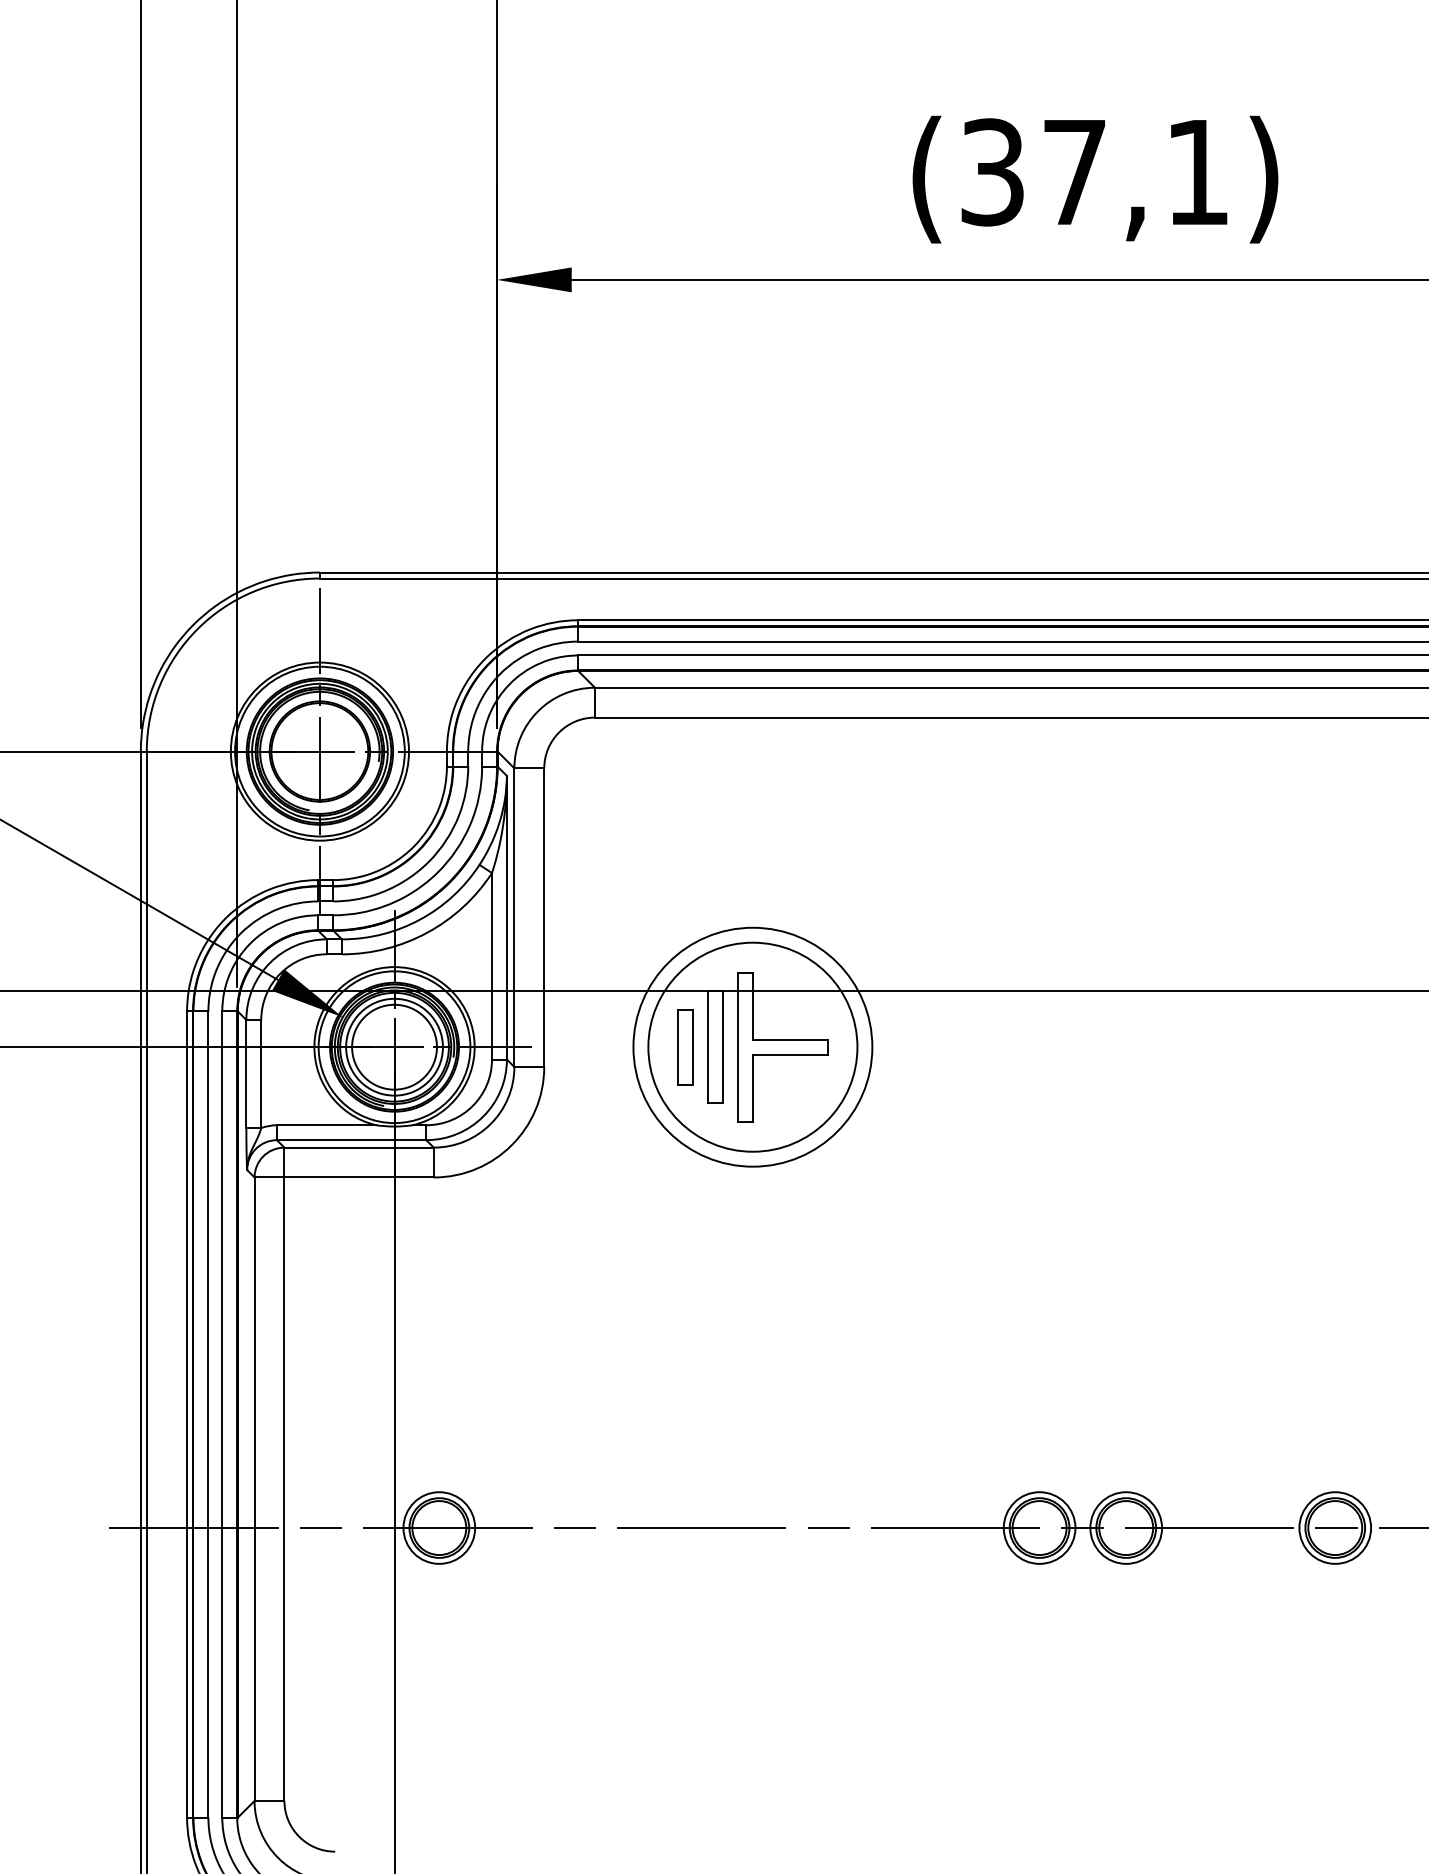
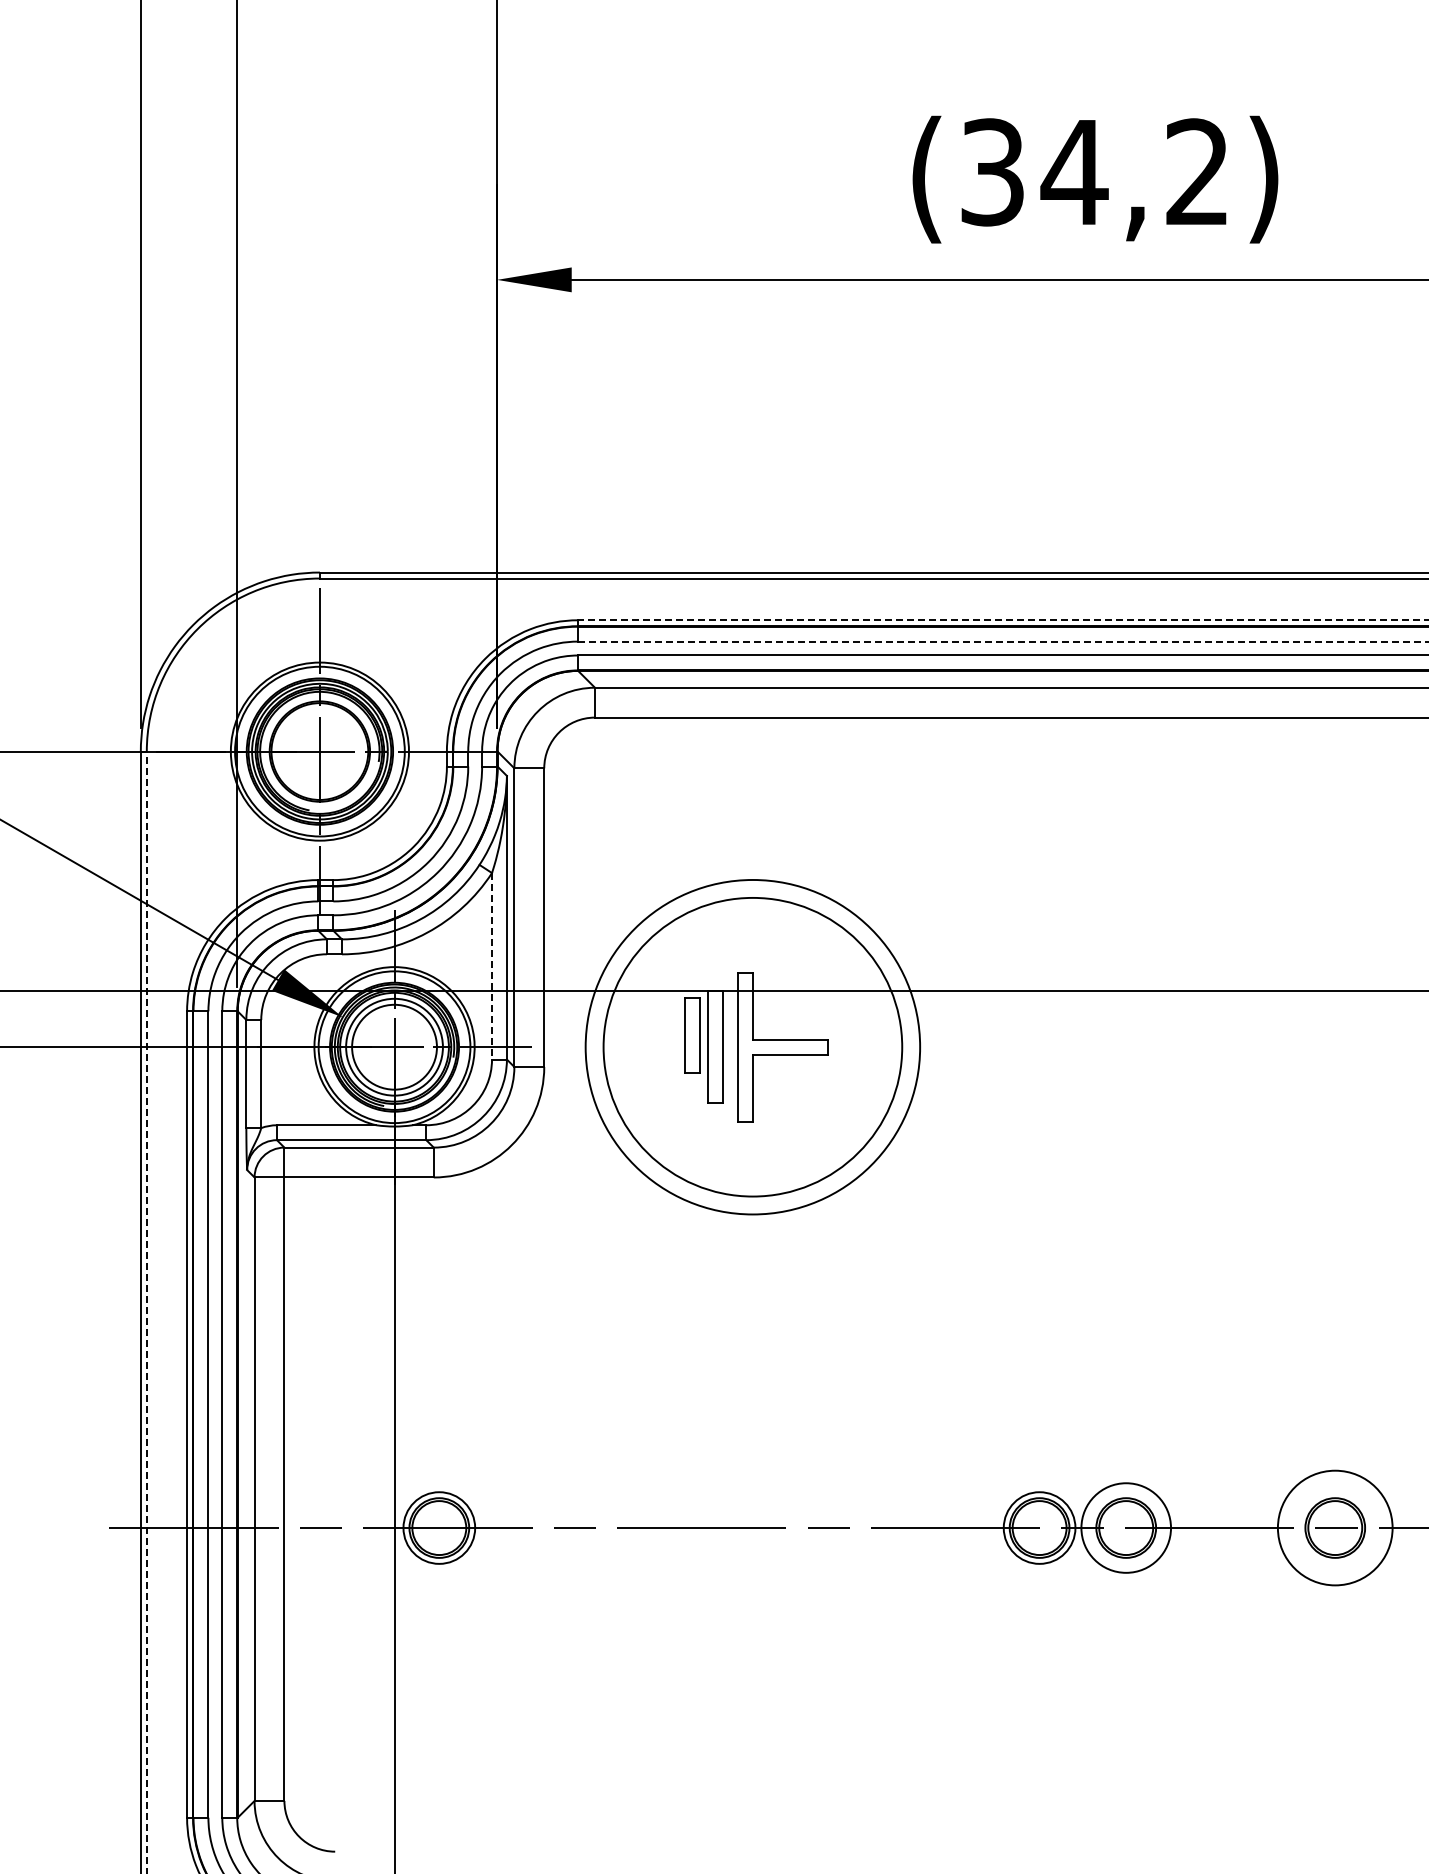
text at (1133, 171): (37,1) -> (34,2)
line at (1003, 620): solid -> dashed
line at (1003, 641): solid -> dashed
line at (492, 966): solid -> dashed
circle at (752, 1046) diameter: 209 px -> 334 px
circle at (752, 1046) diameter: 239 px -> 299 px
part at (685, 1047) position: (685, 1047) -> (692, 1035)
line at (146, 1312): solid -> dashed
circle at (1126, 1527) diameter: 72 px -> 90 px
circle at (1335, 1527) diameter: 72 px -> 115 px
